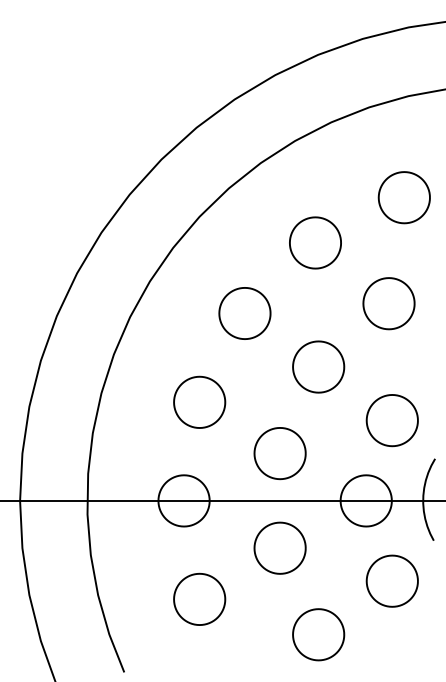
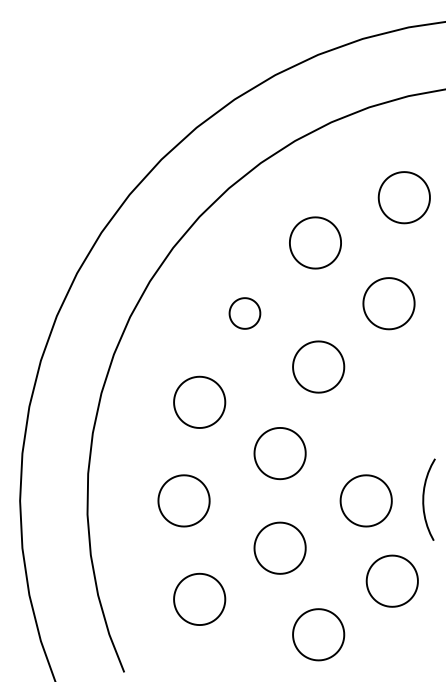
part at (244, 313) size: 54x53 px -> 34x33 px
part at (391, 420): present -> none
line at (222, 500): present -> none
